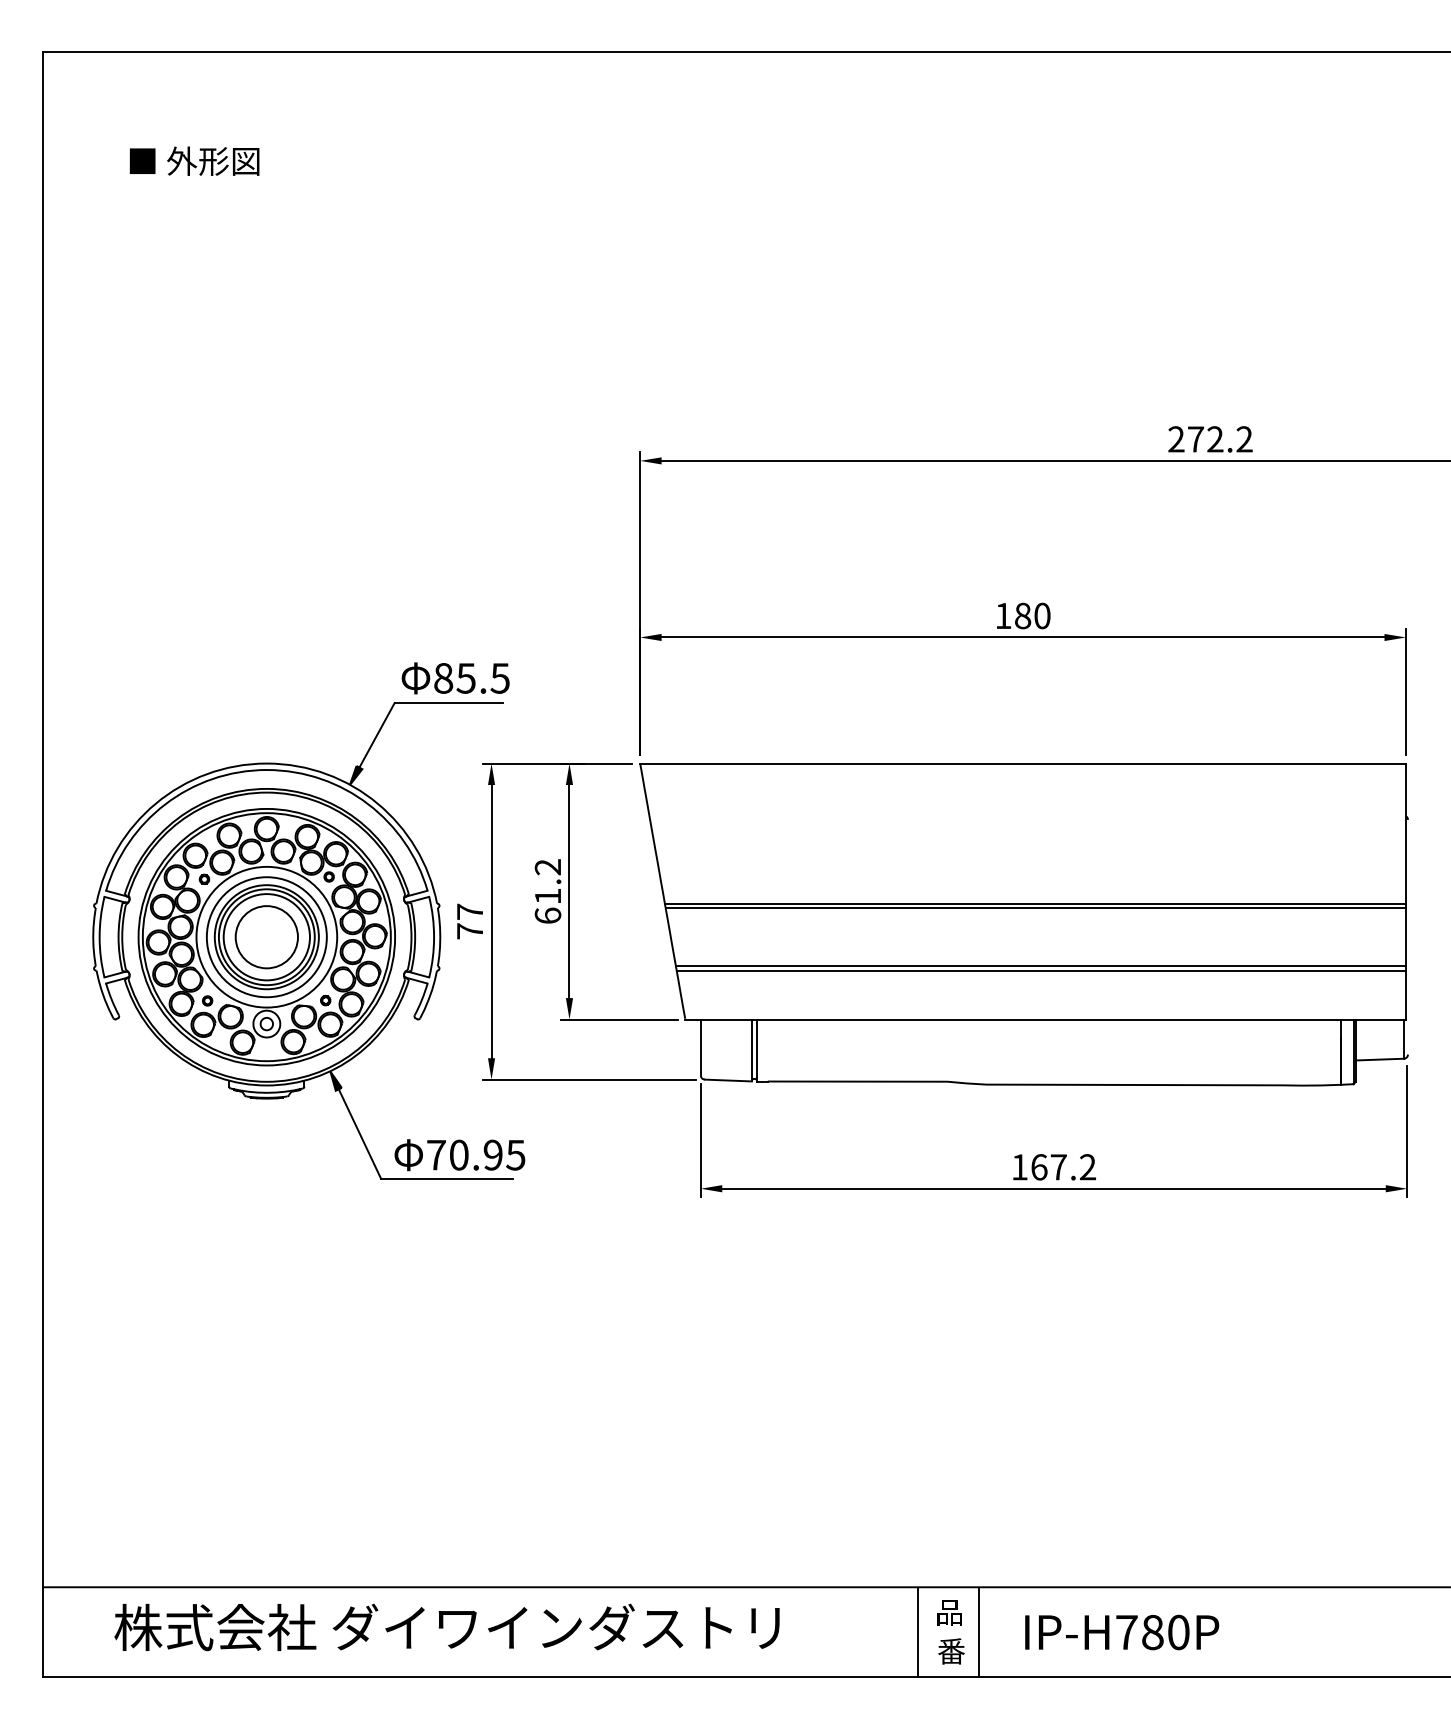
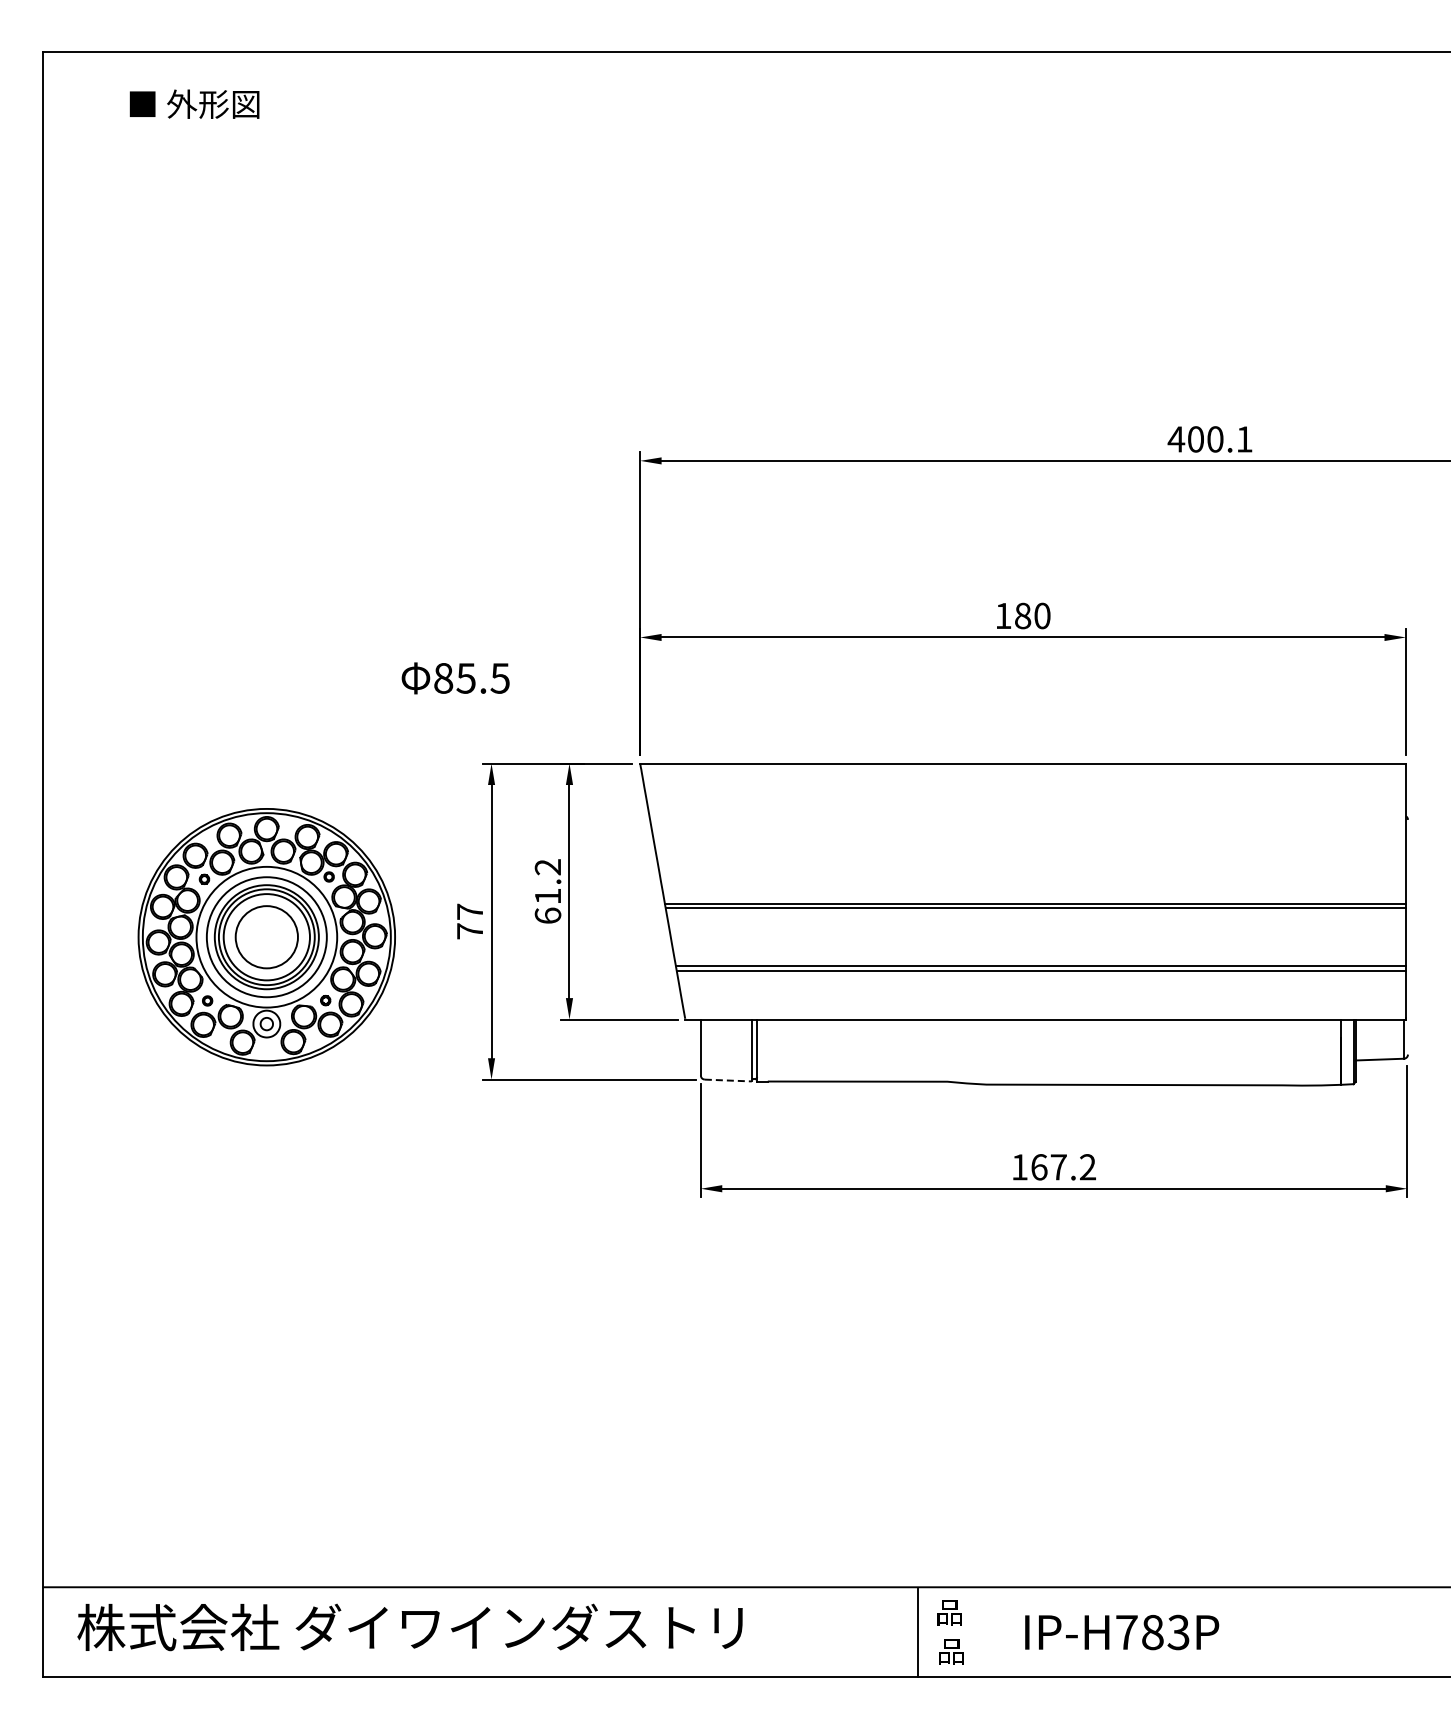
text at (194, 160) position: (194, 160) -> (194, 103)
text at (1209, 439): 272.2 -> 400.1
part at (308, 940): present -> none
line at (728, 1080): solid -> dashed
text at (446, 1627) position: (446, 1627) -> (409, 1627)
line at (979, 1632): present -> none
text at (1178, 1632): IP-H780P -> IP-H783P
text at (951, 1651): 番 -> 品
